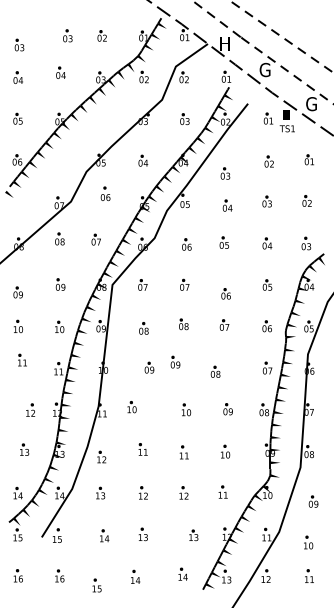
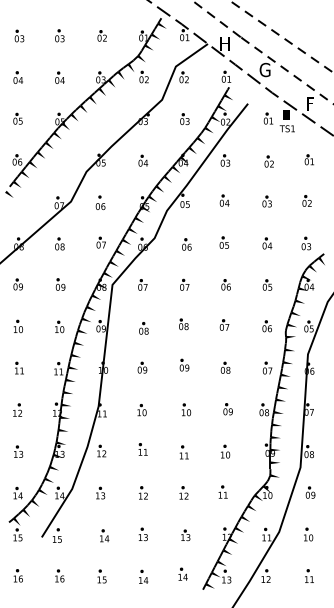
text at (67, 35) position: (67, 35) -> (59, 35)
text at (19, 44) position: (19, 44) -> (19, 35)
text at (60, 72) position: (60, 72) -> (59, 77)
text at (311, 104): G -> F
text at (225, 173) position: (225, 173) -> (225, 160)
text at (105, 193) position: (105, 193) -> (100, 202)
text at (227, 205) position: (227, 205) -> (224, 200)
text at (59, 238) position: (59, 238) -> (59, 243)
text at (95, 239) position: (95, 239) -> (100, 242)
text at (17, 292) position: (17, 292) -> (17, 284)
text at (225, 293) position: (225, 293) -> (225, 284)
text at (22, 359) position: (22, 359) -> (19, 367)
text at (175, 361) position: (175, 361) -> (184, 364)
text at (149, 367) position: (149, 367) -> (142, 367)
text at (215, 371) position: (215, 371) -> (225, 367)
text at (131, 407) position: (131, 407) -> (141, 410)
text at (30, 409) position: (30, 409) -> (17, 409)
text at (24, 449) position: (24, 449) -> (18, 451)
text at (101, 456) position: (101, 456) -> (101, 450)
text at (313, 501) position: (313, 501) -> (310, 492)
text at (193, 535) position: (193, 535) -> (185, 535)
text at (308, 542) position: (308, 542) -> (308, 534)
text at (135, 576) position: (135, 576) -> (143, 576)
text at (96, 585) position: (96, 585) -> (101, 576)
